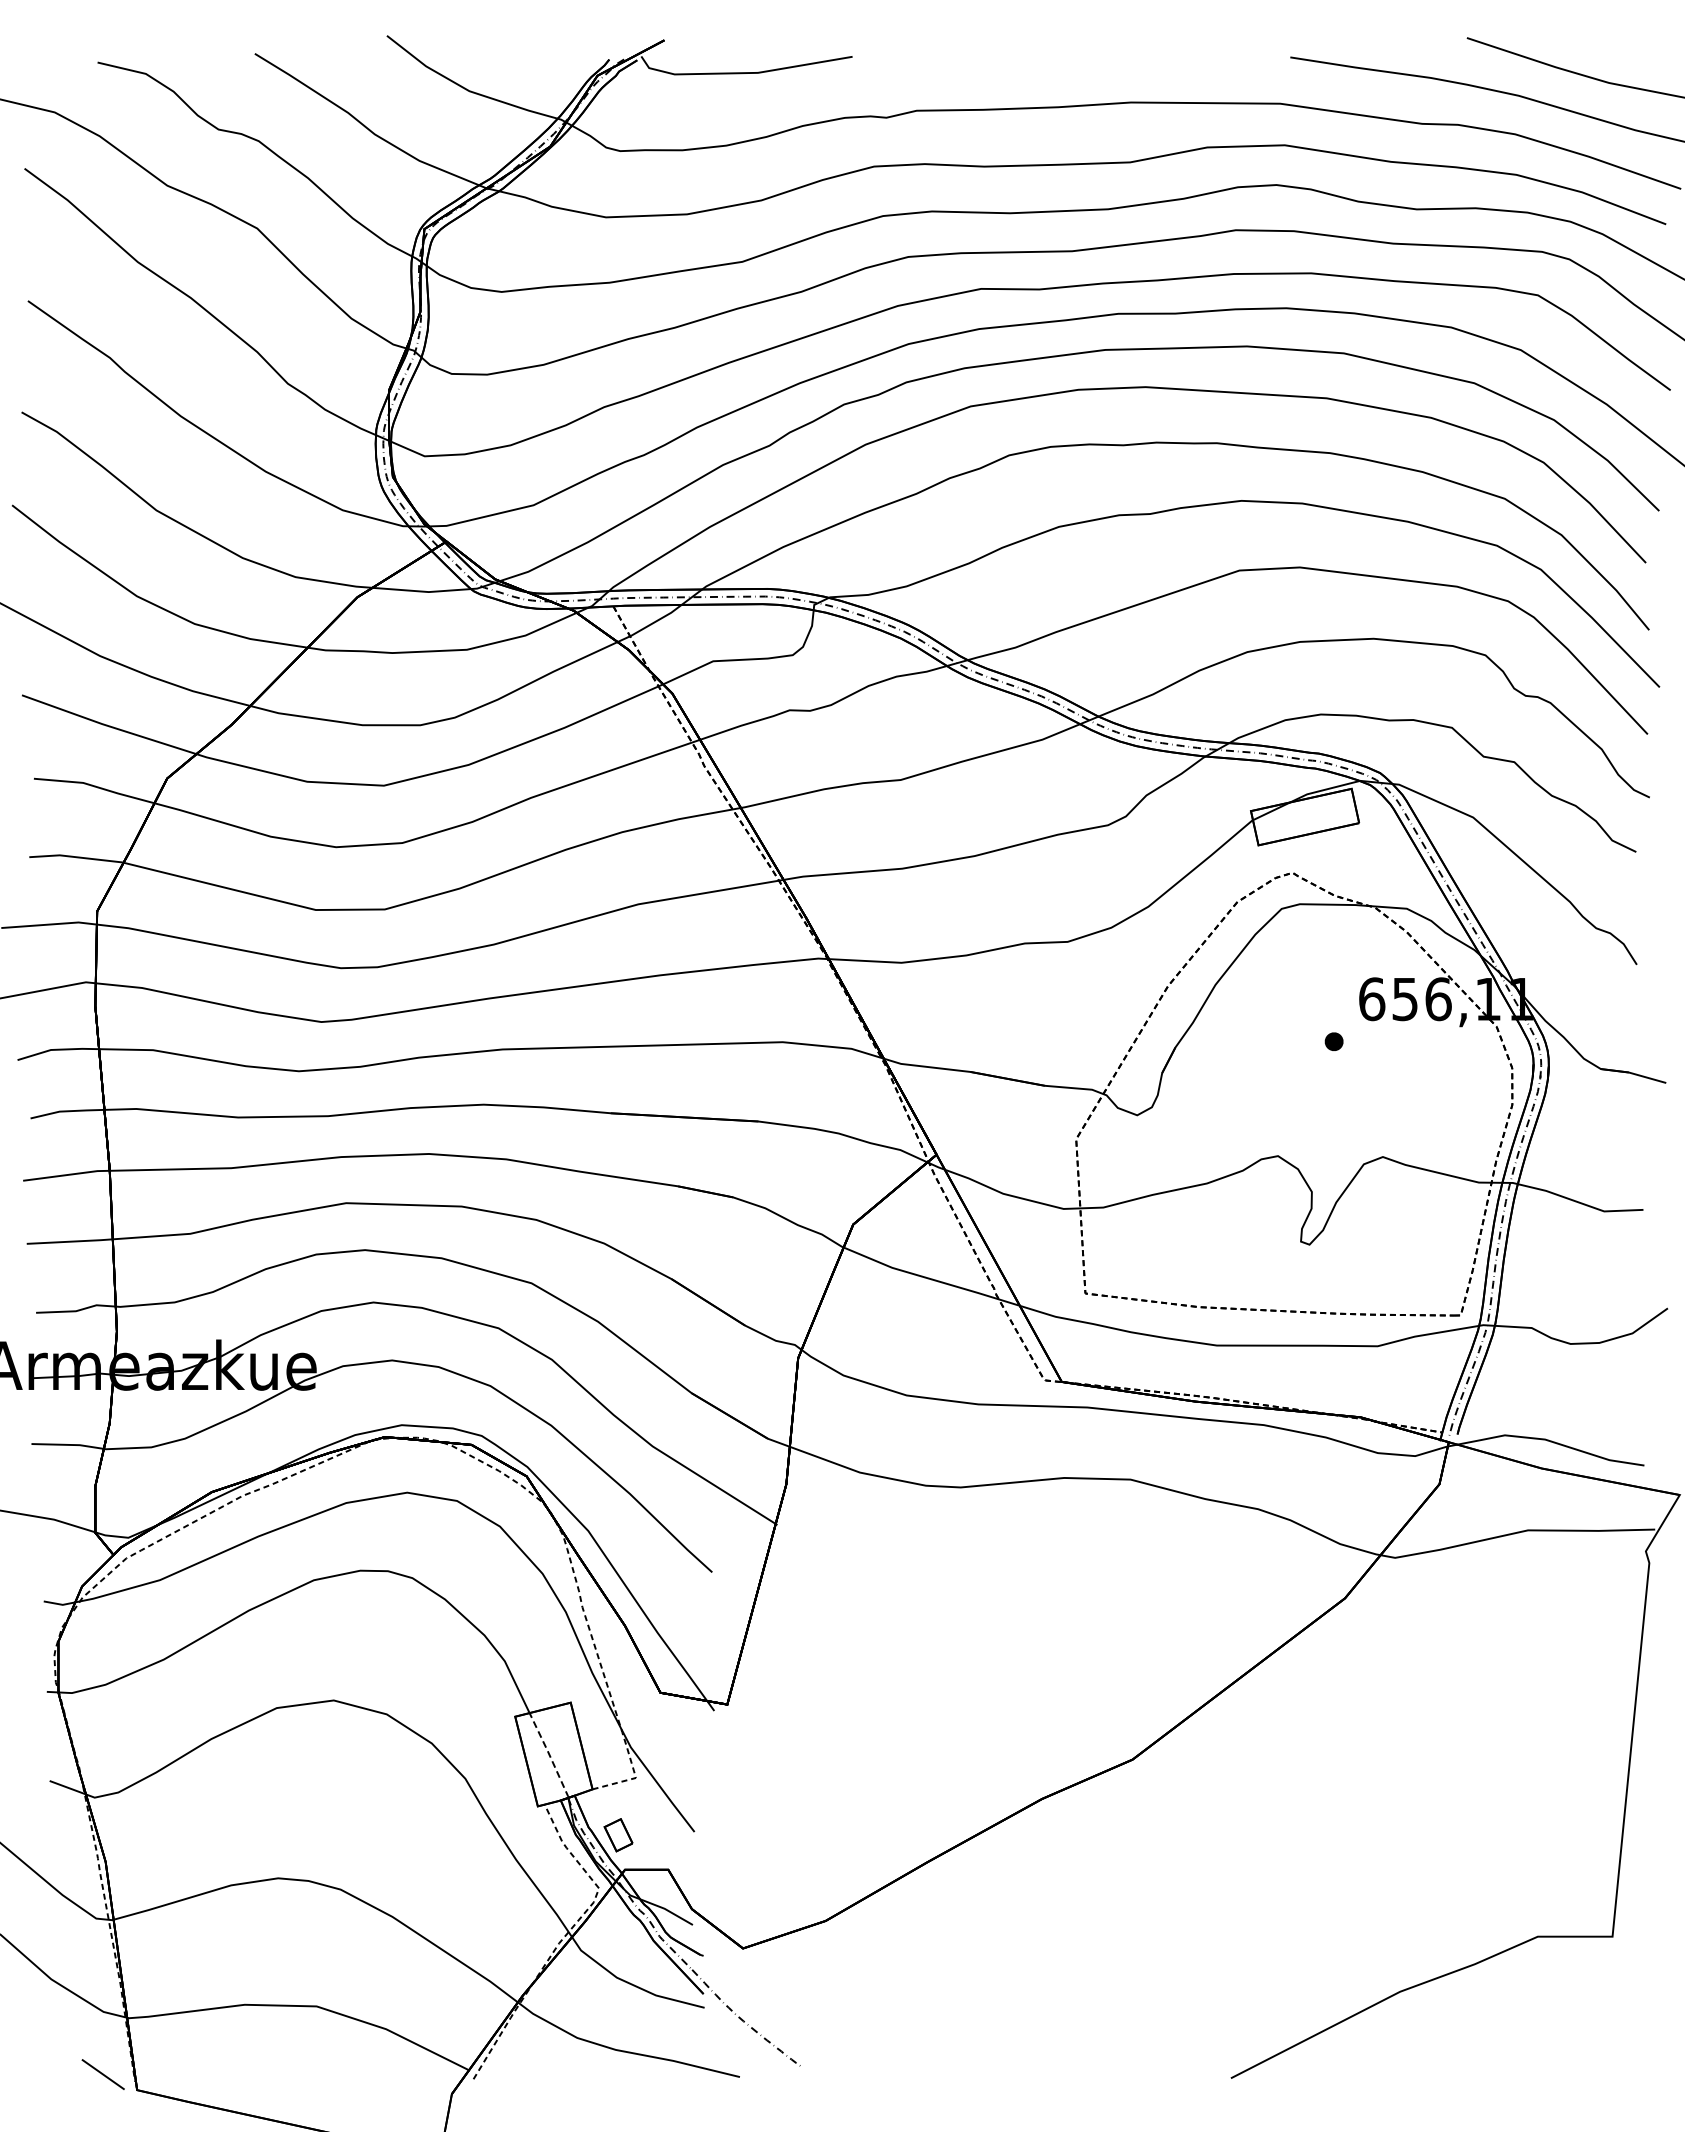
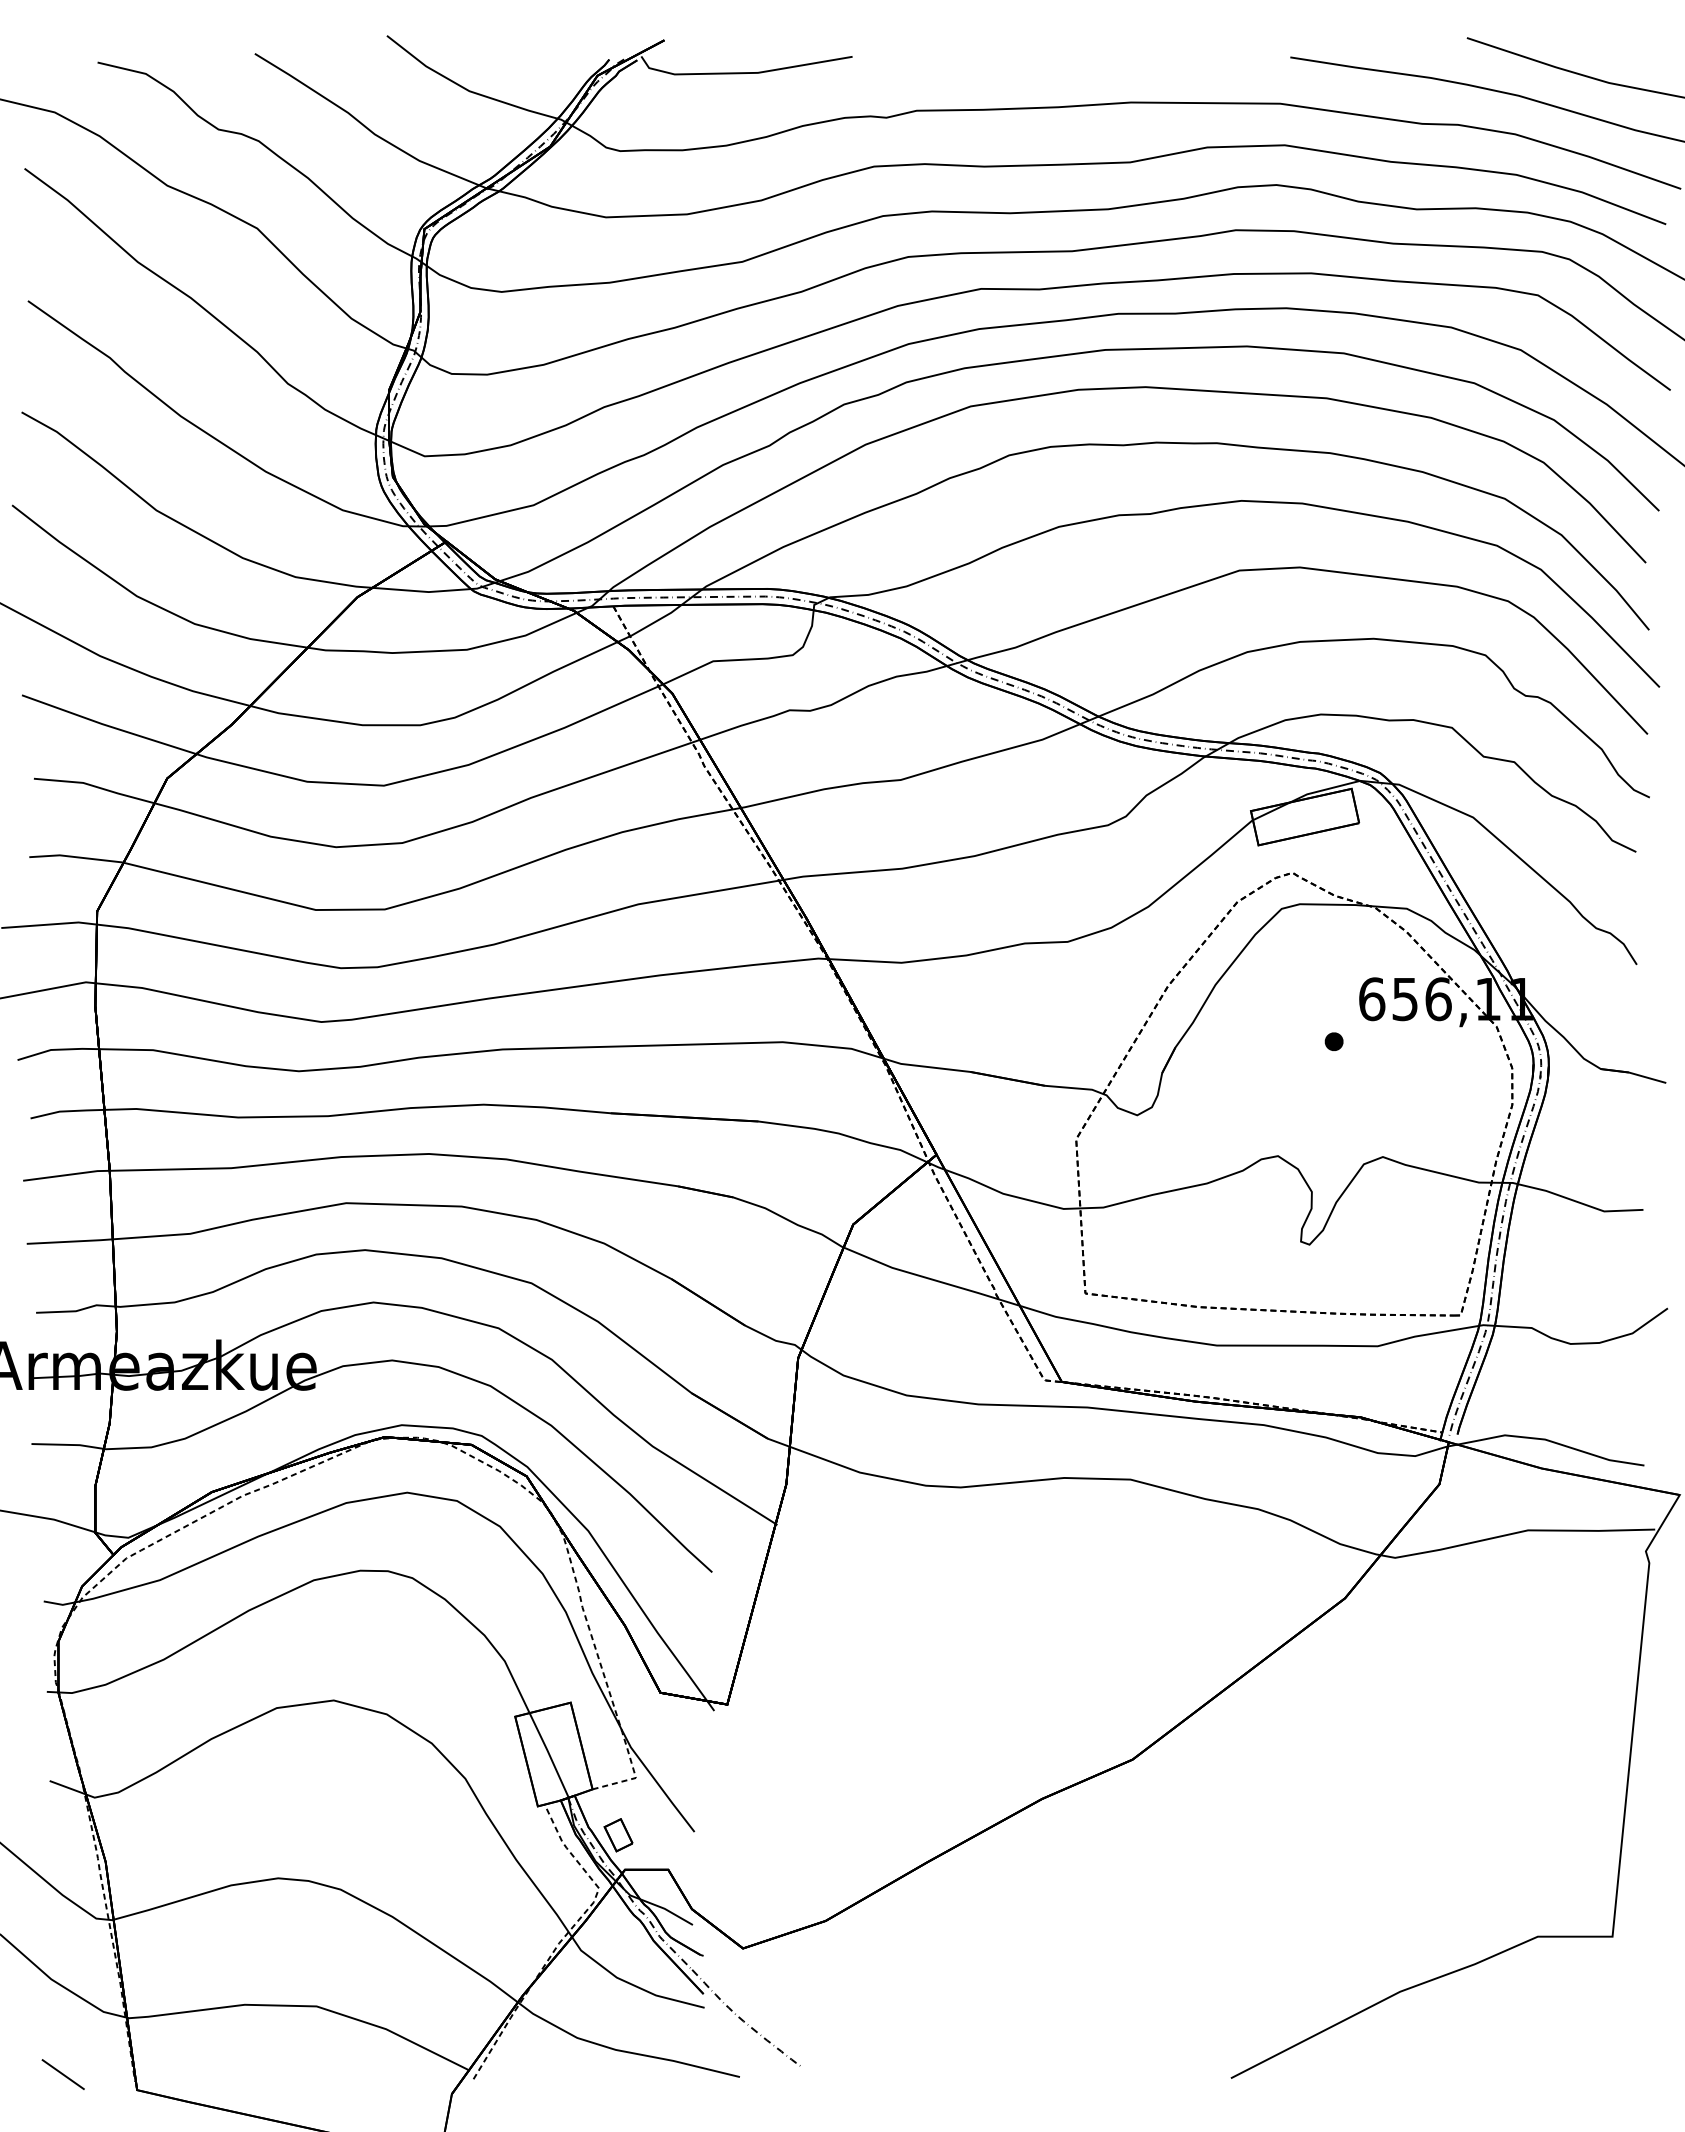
line at (549, 1755): dashed -> solid
line at (102, 2074) position: (102, 2074) -> (62, 2074)
